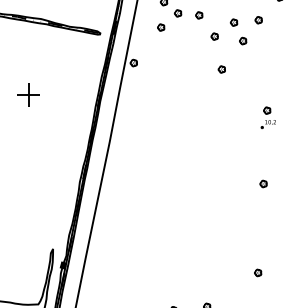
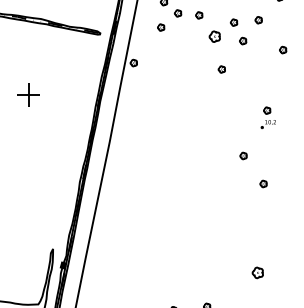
part at (214, 36) size: 9x9 px -> 13x13 px
part at (283, 49): none -> present
part at (243, 155): none -> present
part at (258, 272) size: 9x10 px -> 13x14 px
